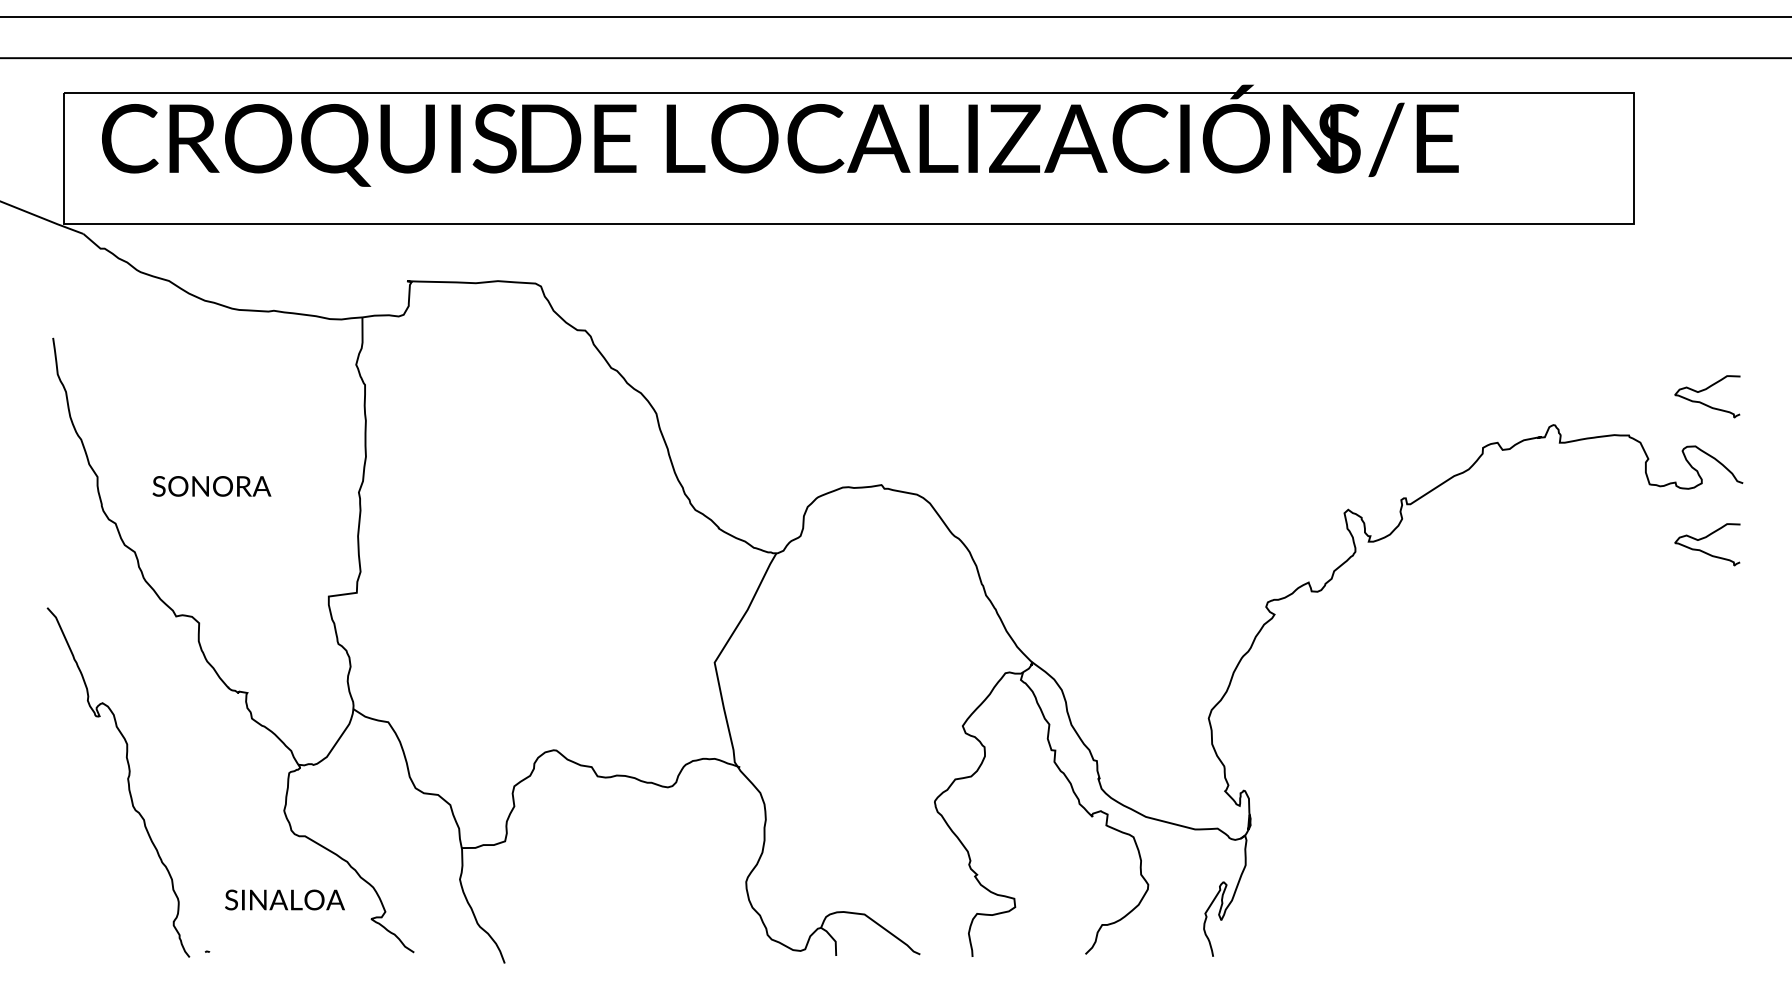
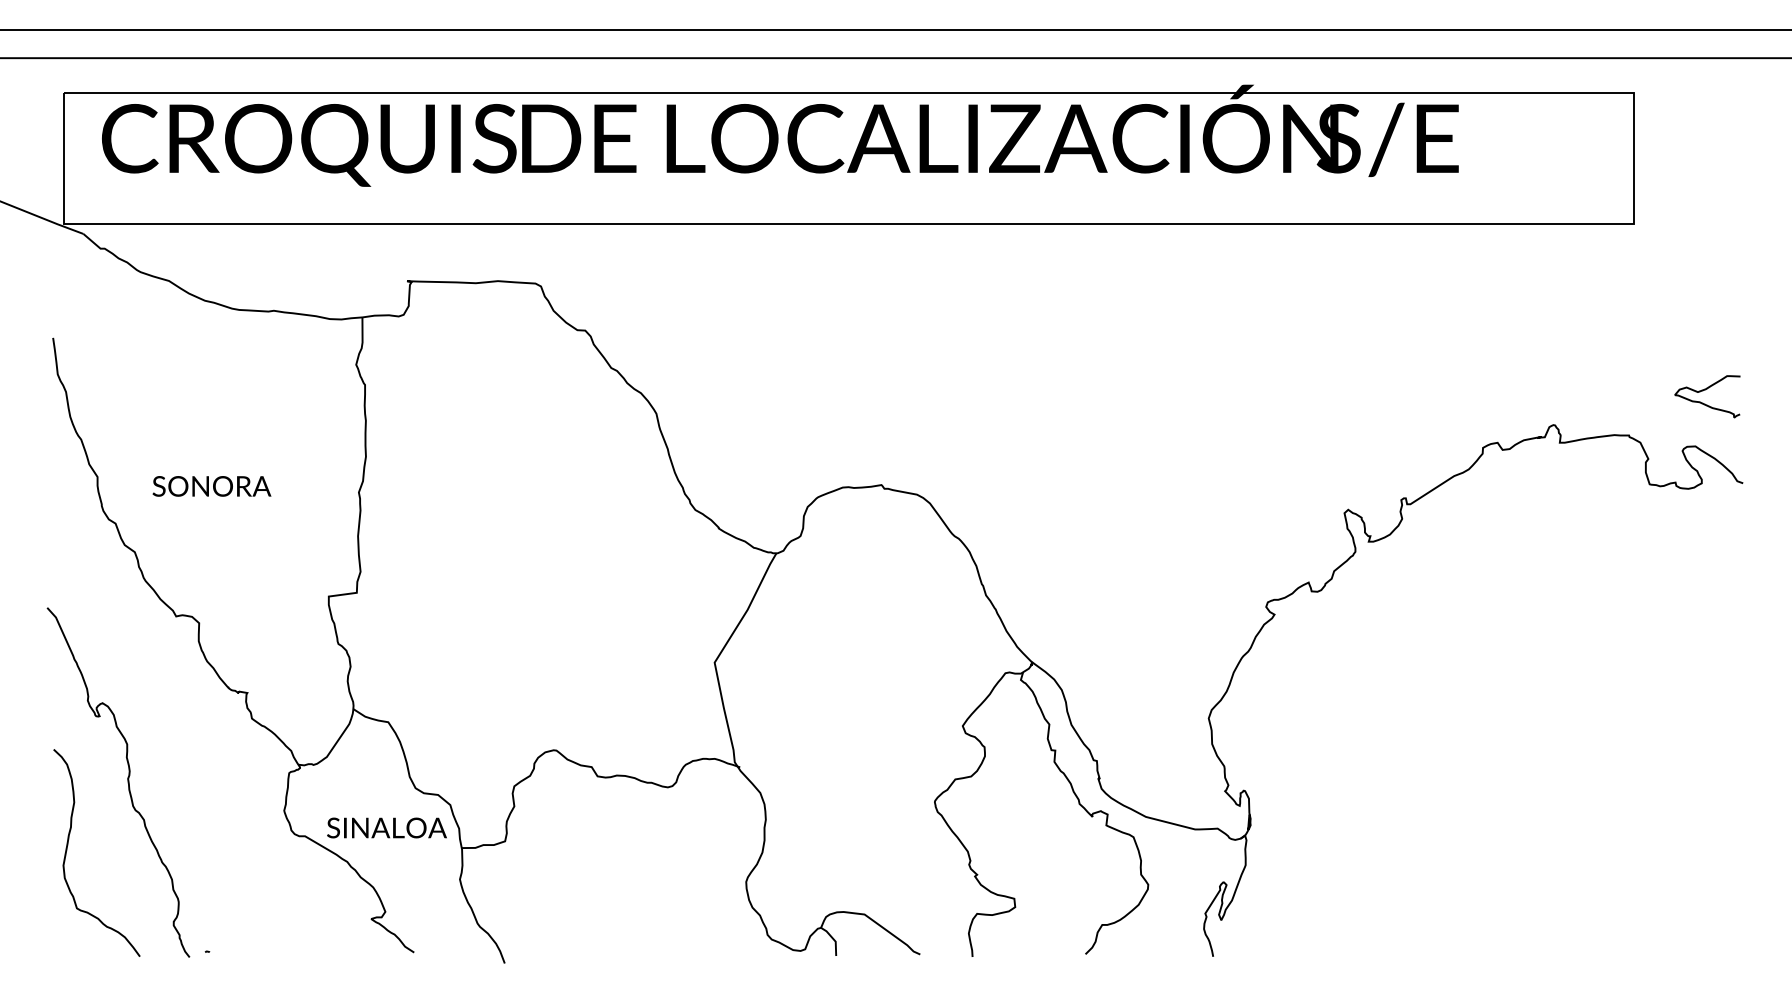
line at (895, 16) position: (895, 16) -> (895, 29)
curve at (1705, 538): present -> none
curve at (68, 845): none -> present
text at (284, 899) position: (284, 899) -> (386, 827)
